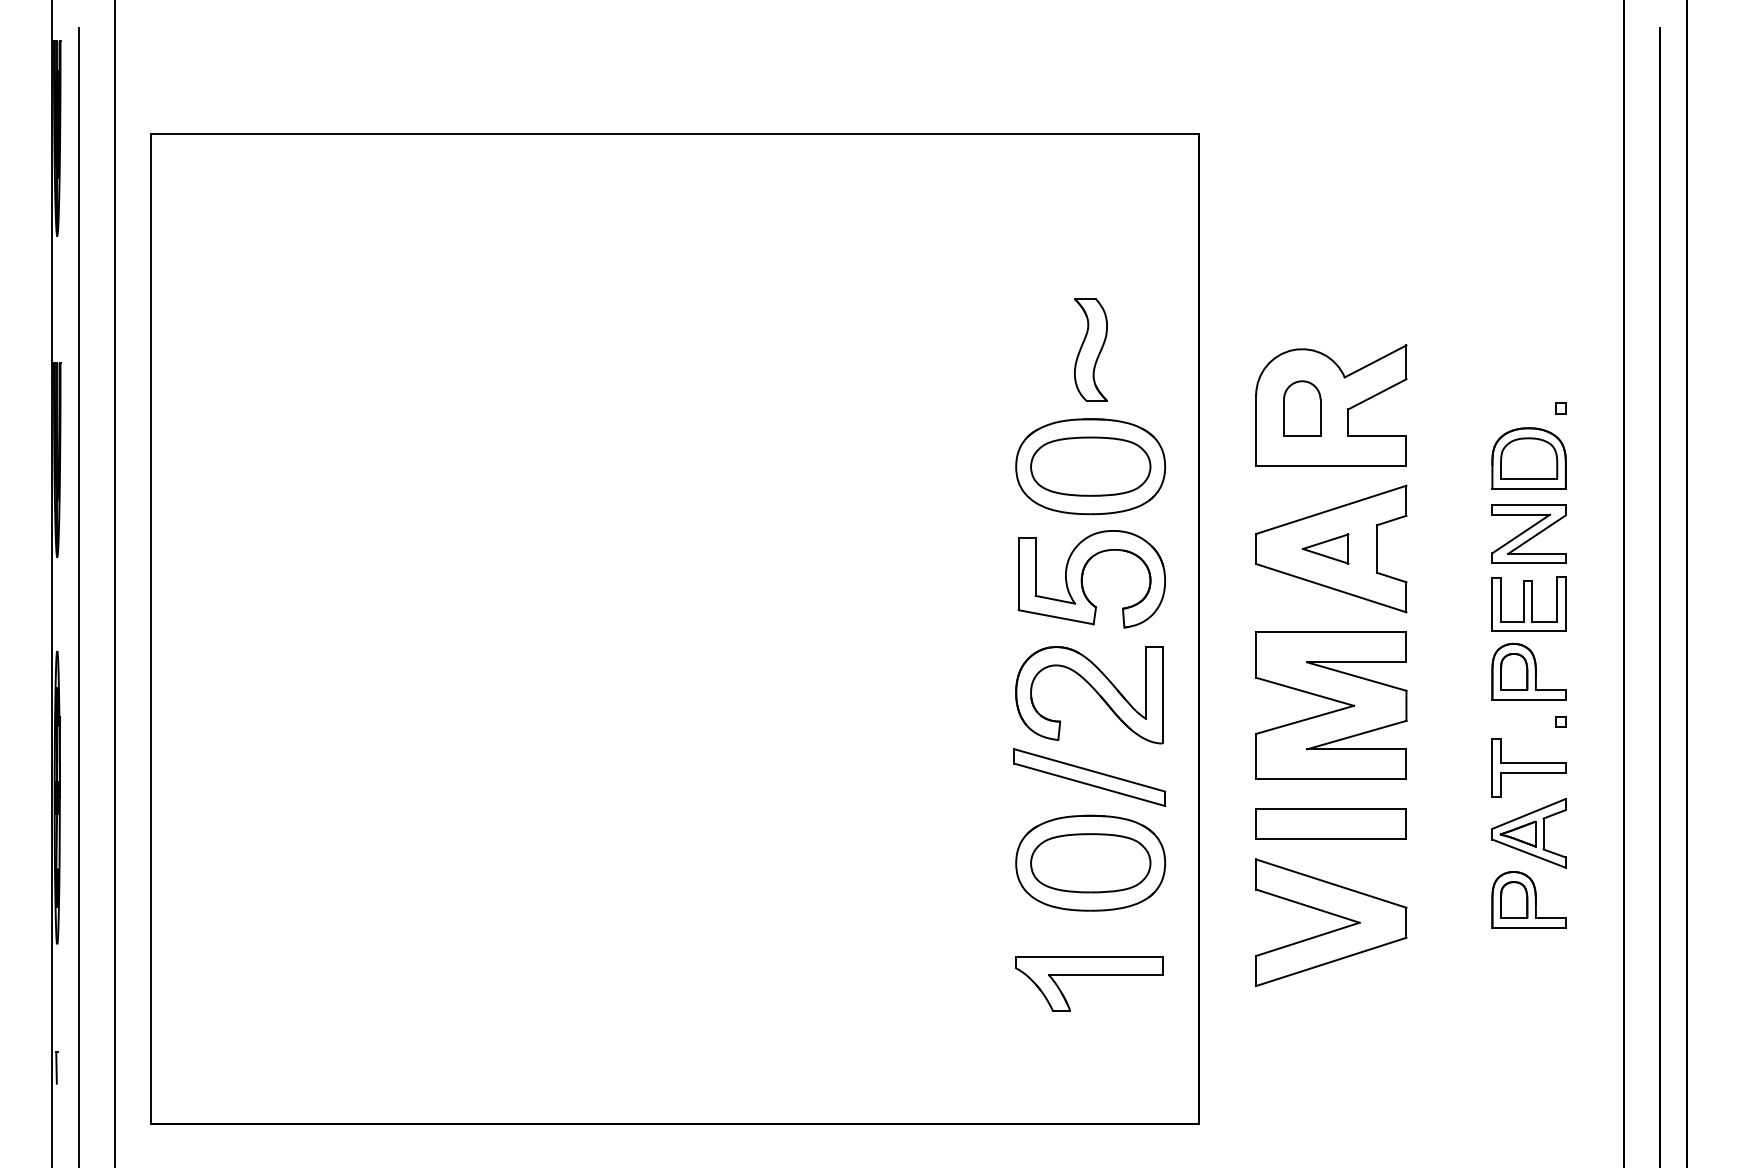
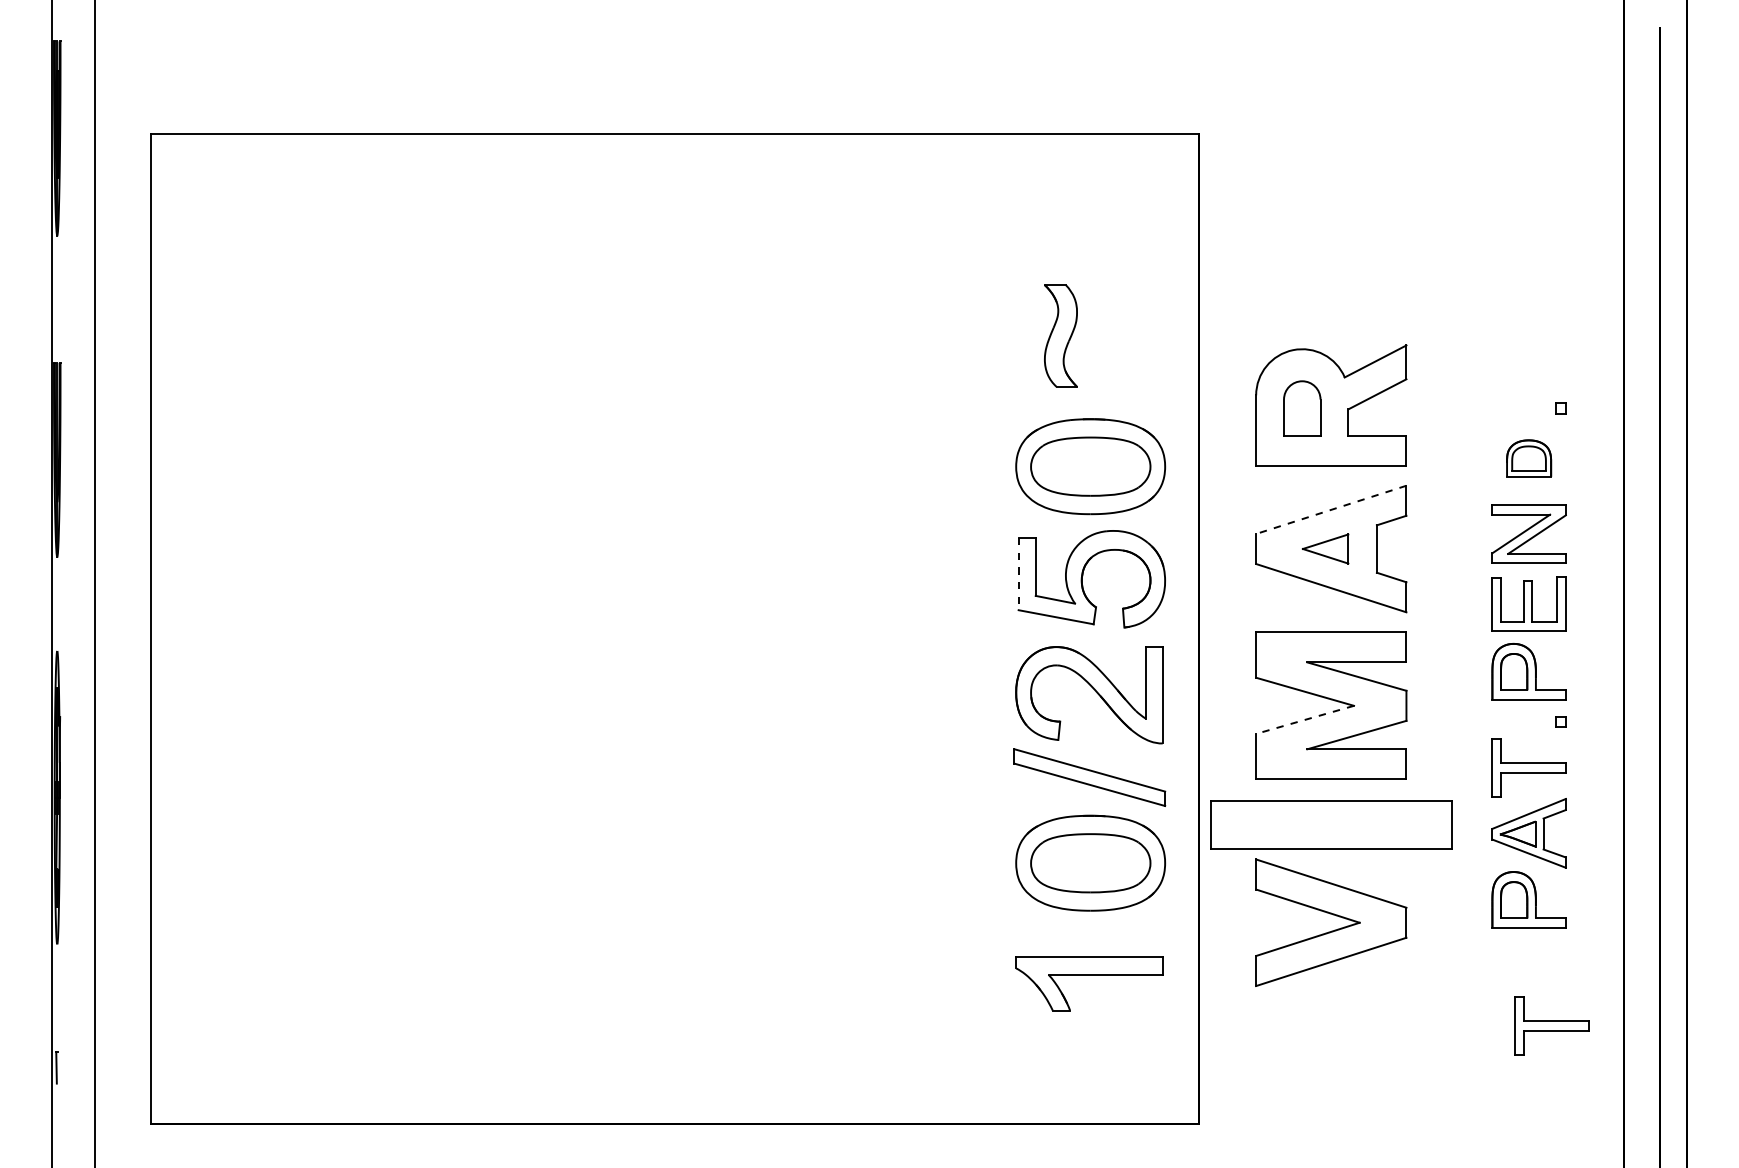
part at (1090, 349) position: (1090, 349) -> (1060, 335)
part at (1528, 458) size: 76x63 px -> 47x39 px
line at (1331, 509): solid -> dashed
line at (1018, 574): solid -> dashed
line at (115, 583) position: (115, 583) -> (95, 583)
line at (78, 596): present -> none
line at (1305, 719): solid -> dashed
part at (1330, 823) size: 152x32 px -> 243x50 px
part at (1551, 1025): none -> present
